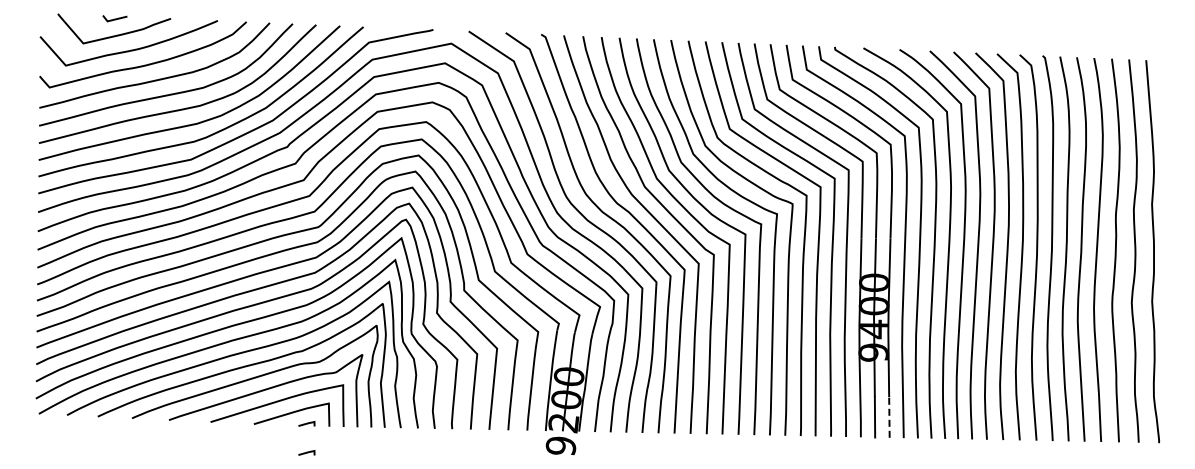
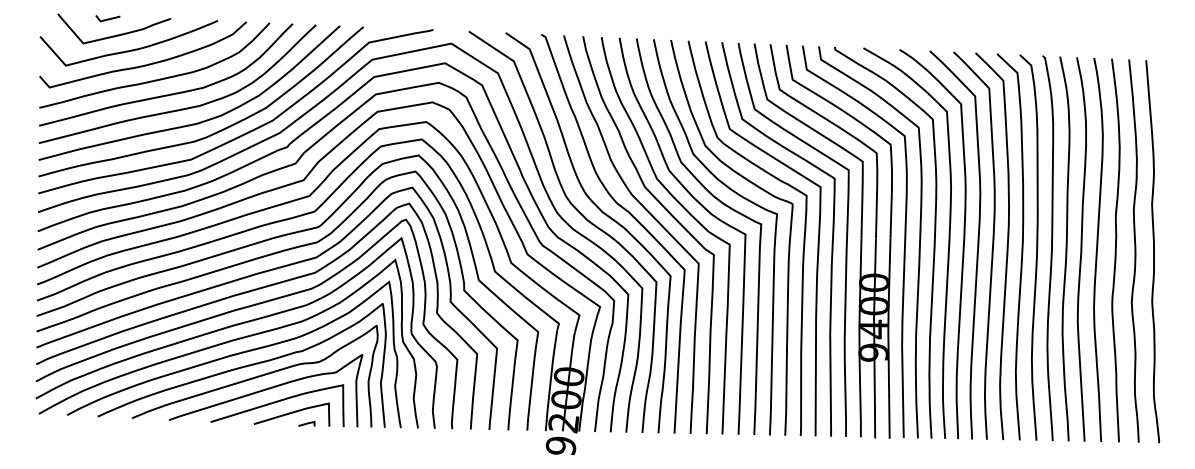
line at (114, 18) position: (114, 18) -> (107, 18)
line at (889, 417): dashed -> solid
line at (306, 452): present -> none
